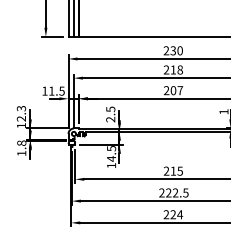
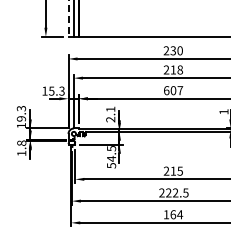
line at (68, 18): solid -> dashed
text at (56, 90): 11.5 -> 15.3
text at (166, 90): 207 -> 607
text at (110, 109): 2.5 -> 2.1
text at (21, 118): 12.3 -> 19.3
text at (111, 165): 14.5 -> 54.5
text at (169, 214): 224 -> 164
